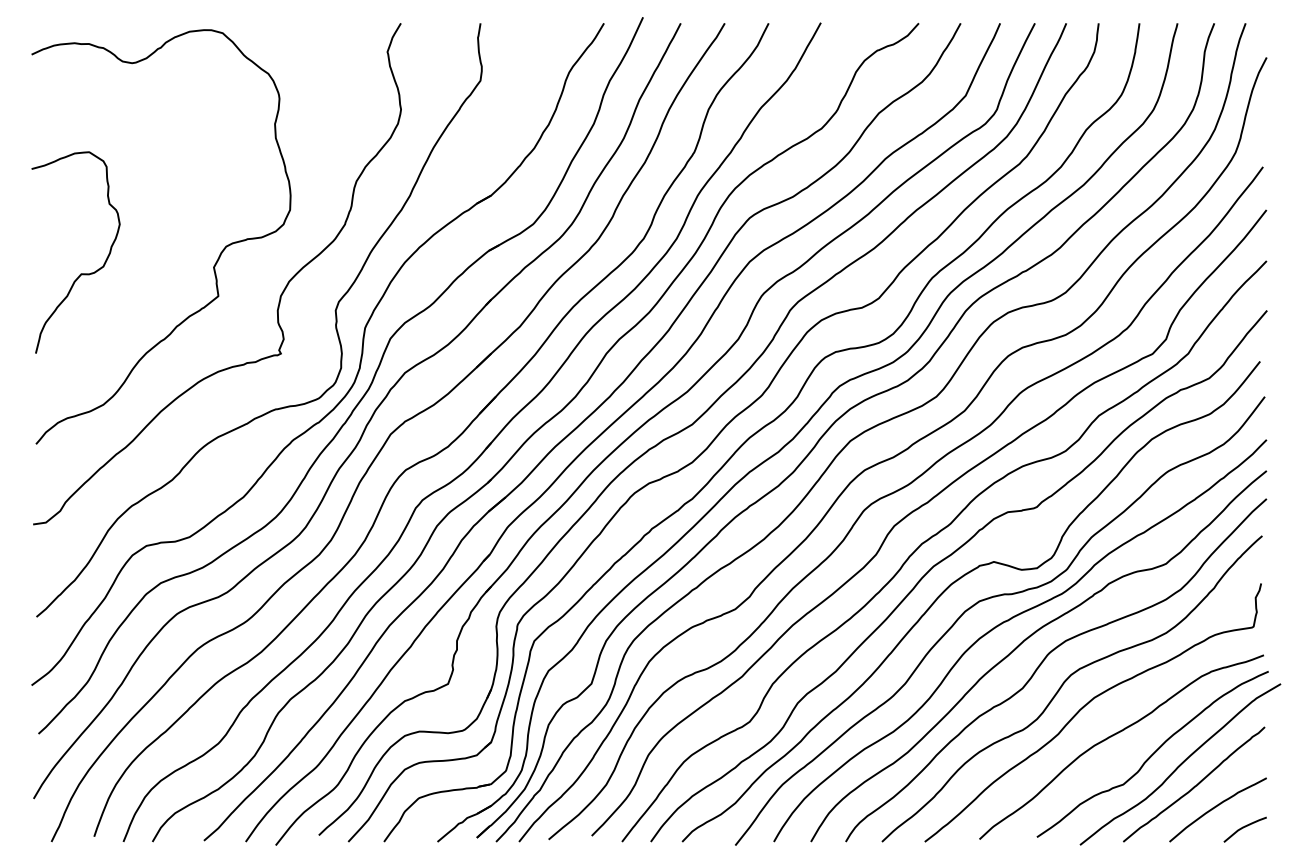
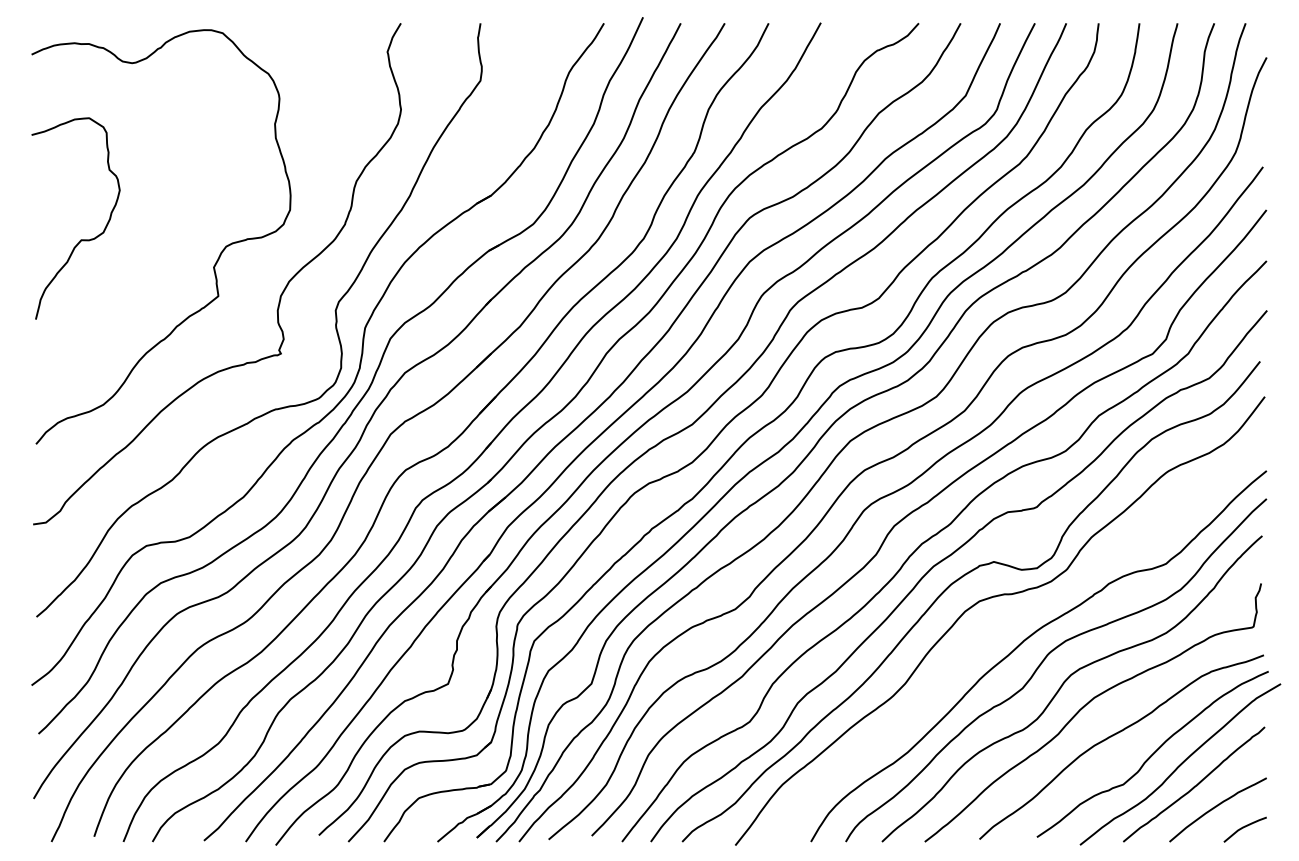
curve at (80, 273) position: (80, 273) -> (80, 239)
curve at (1010, 620): present -> none
